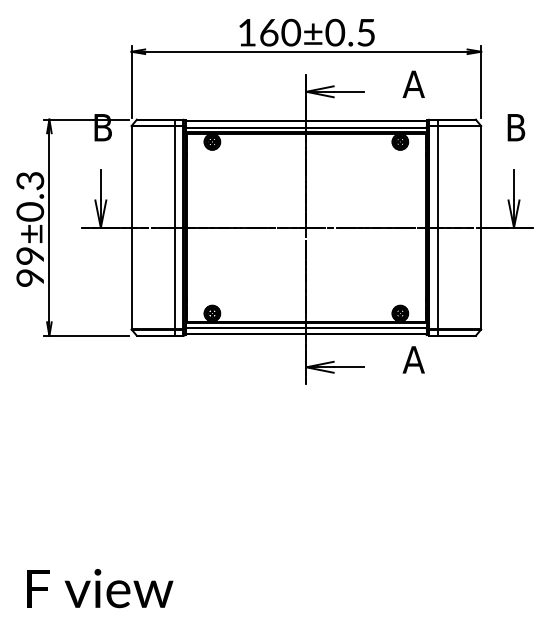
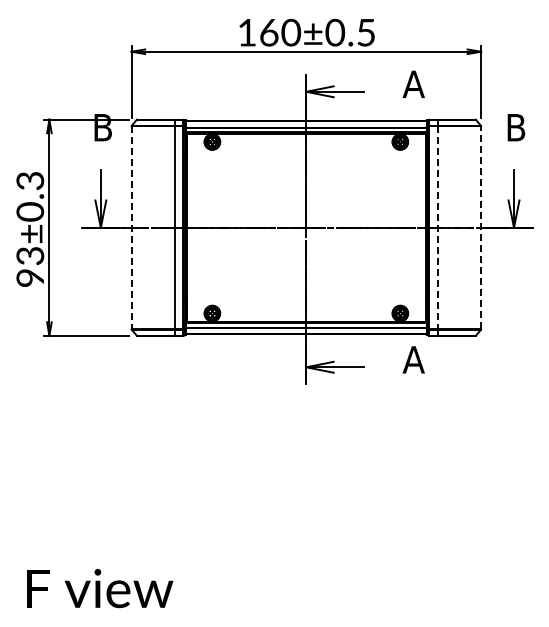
line at (481, 227): solid -> dashed
line at (131, 228): solid -> dashed
line at (437, 228): solid -> dashed
text at (30, 256): 99±0.3 -> 93±0.3
